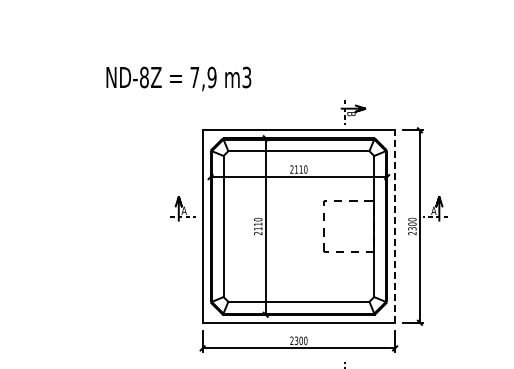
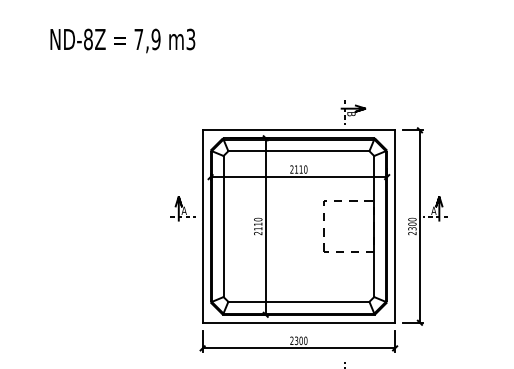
text at (178, 78) position: (178, 78) -> (122, 40)
line at (395, 226): dashed -> solid
